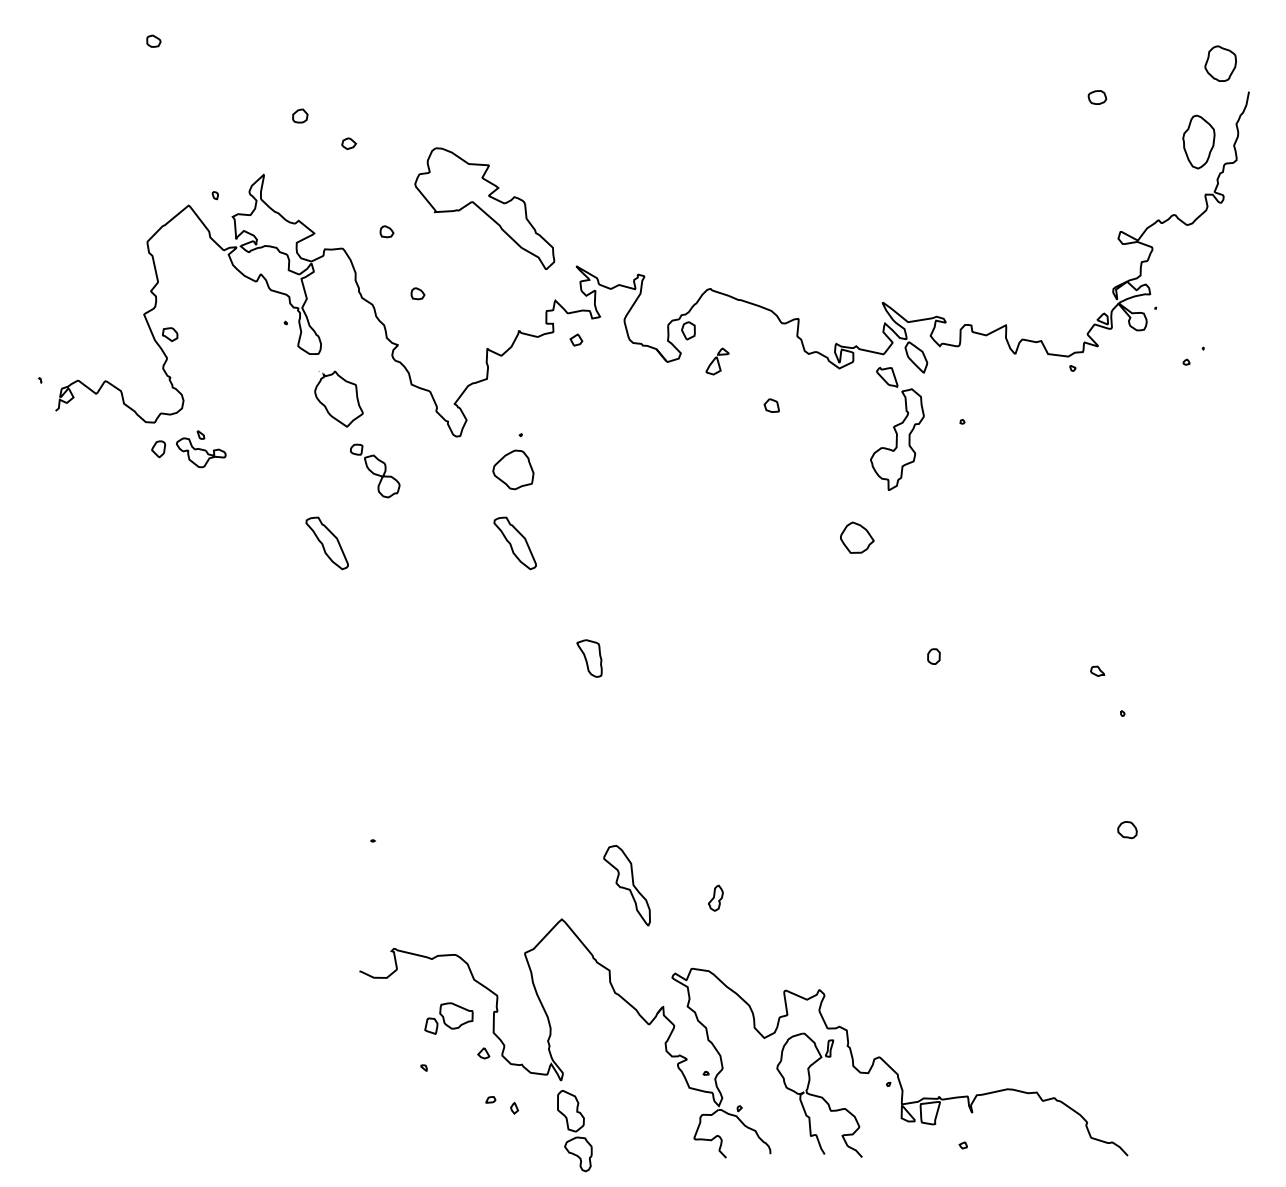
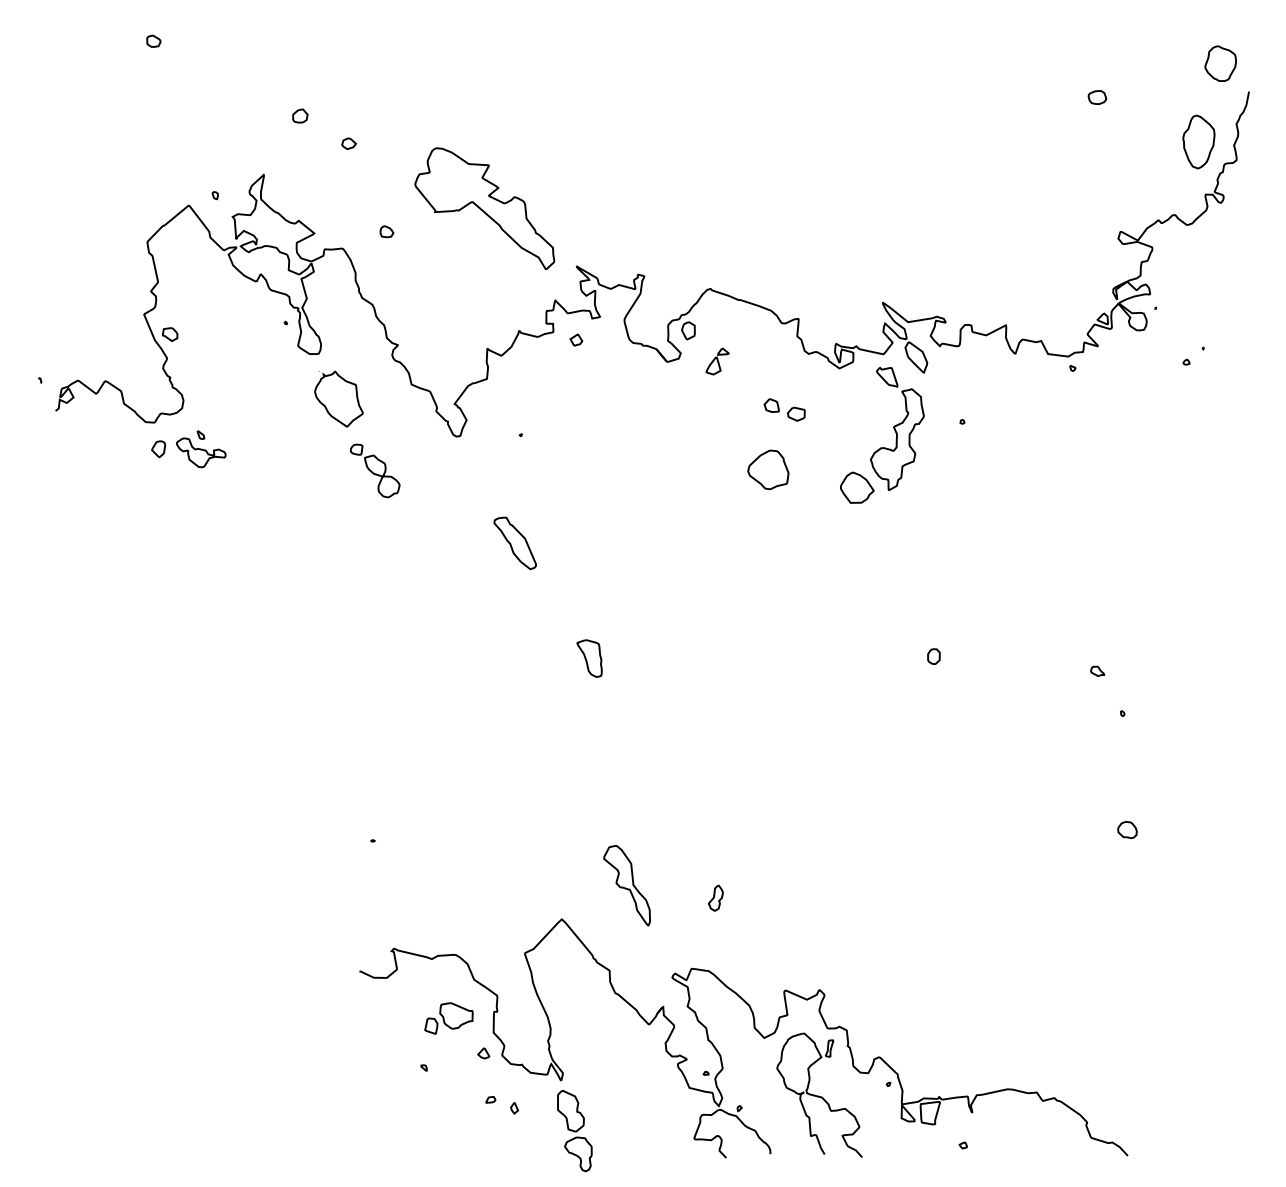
part at (417, 293): present -> none
part at (796, 413): none -> present
part at (513, 469) position: (513, 469) -> (768, 469)
part at (857, 537) position: (857, 537) -> (857, 487)
part at (326, 543): present -> none
